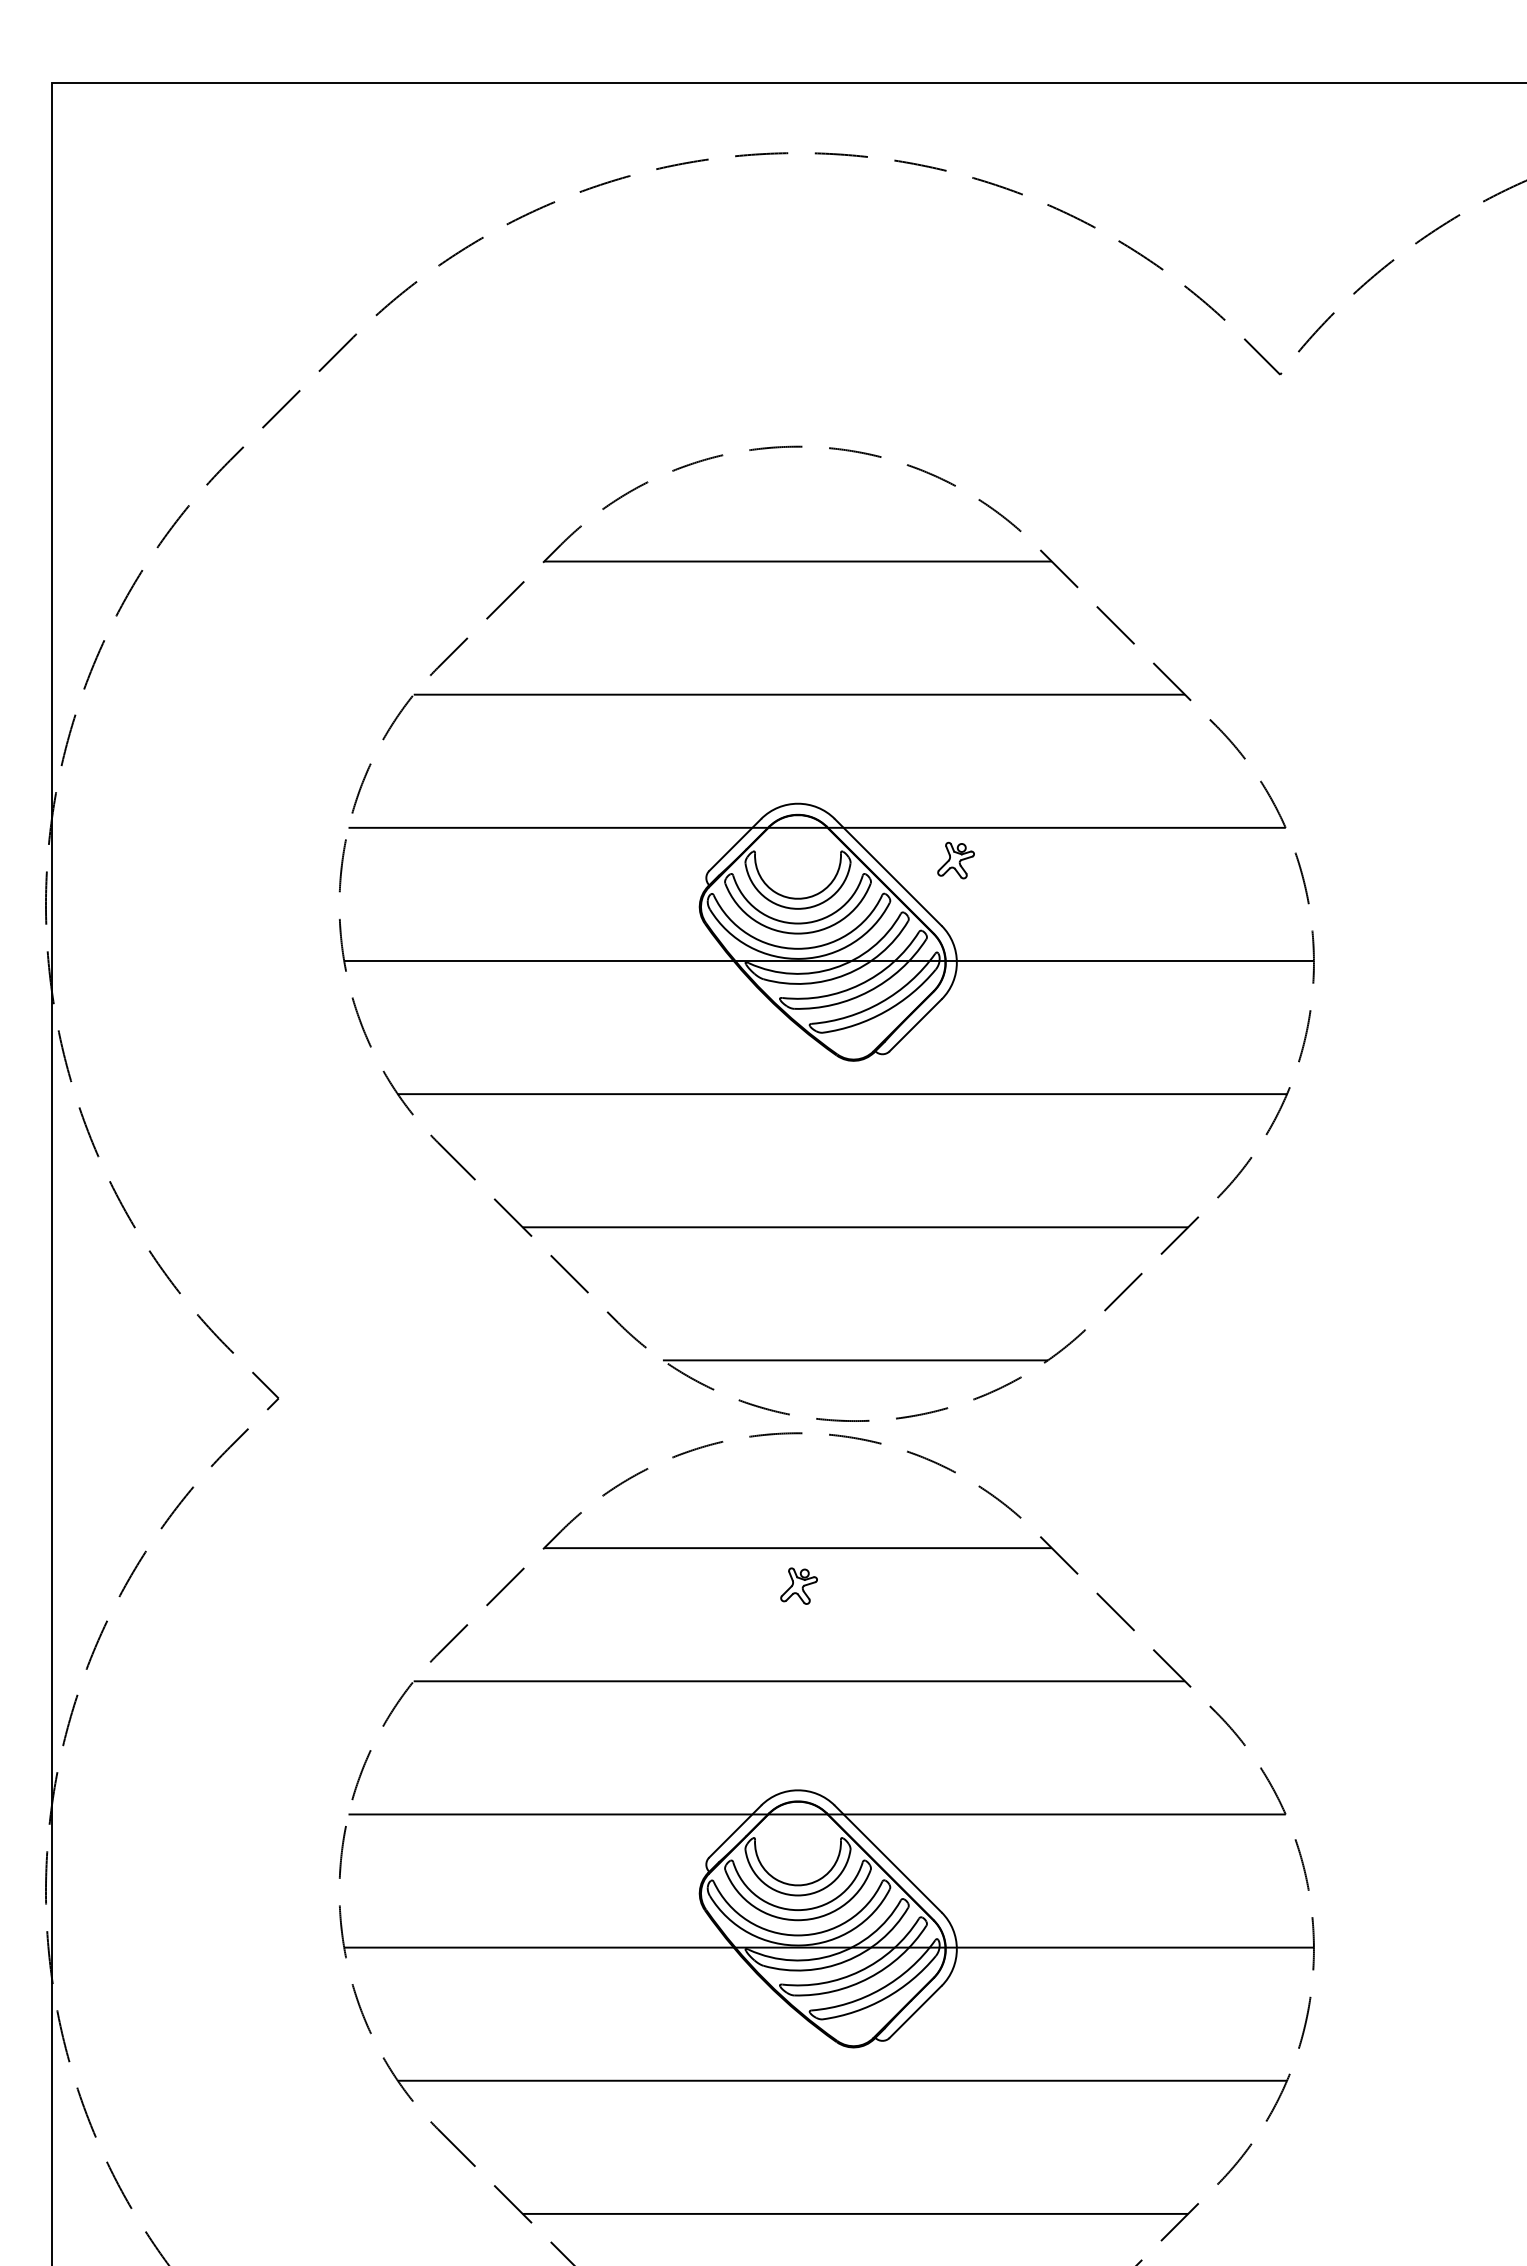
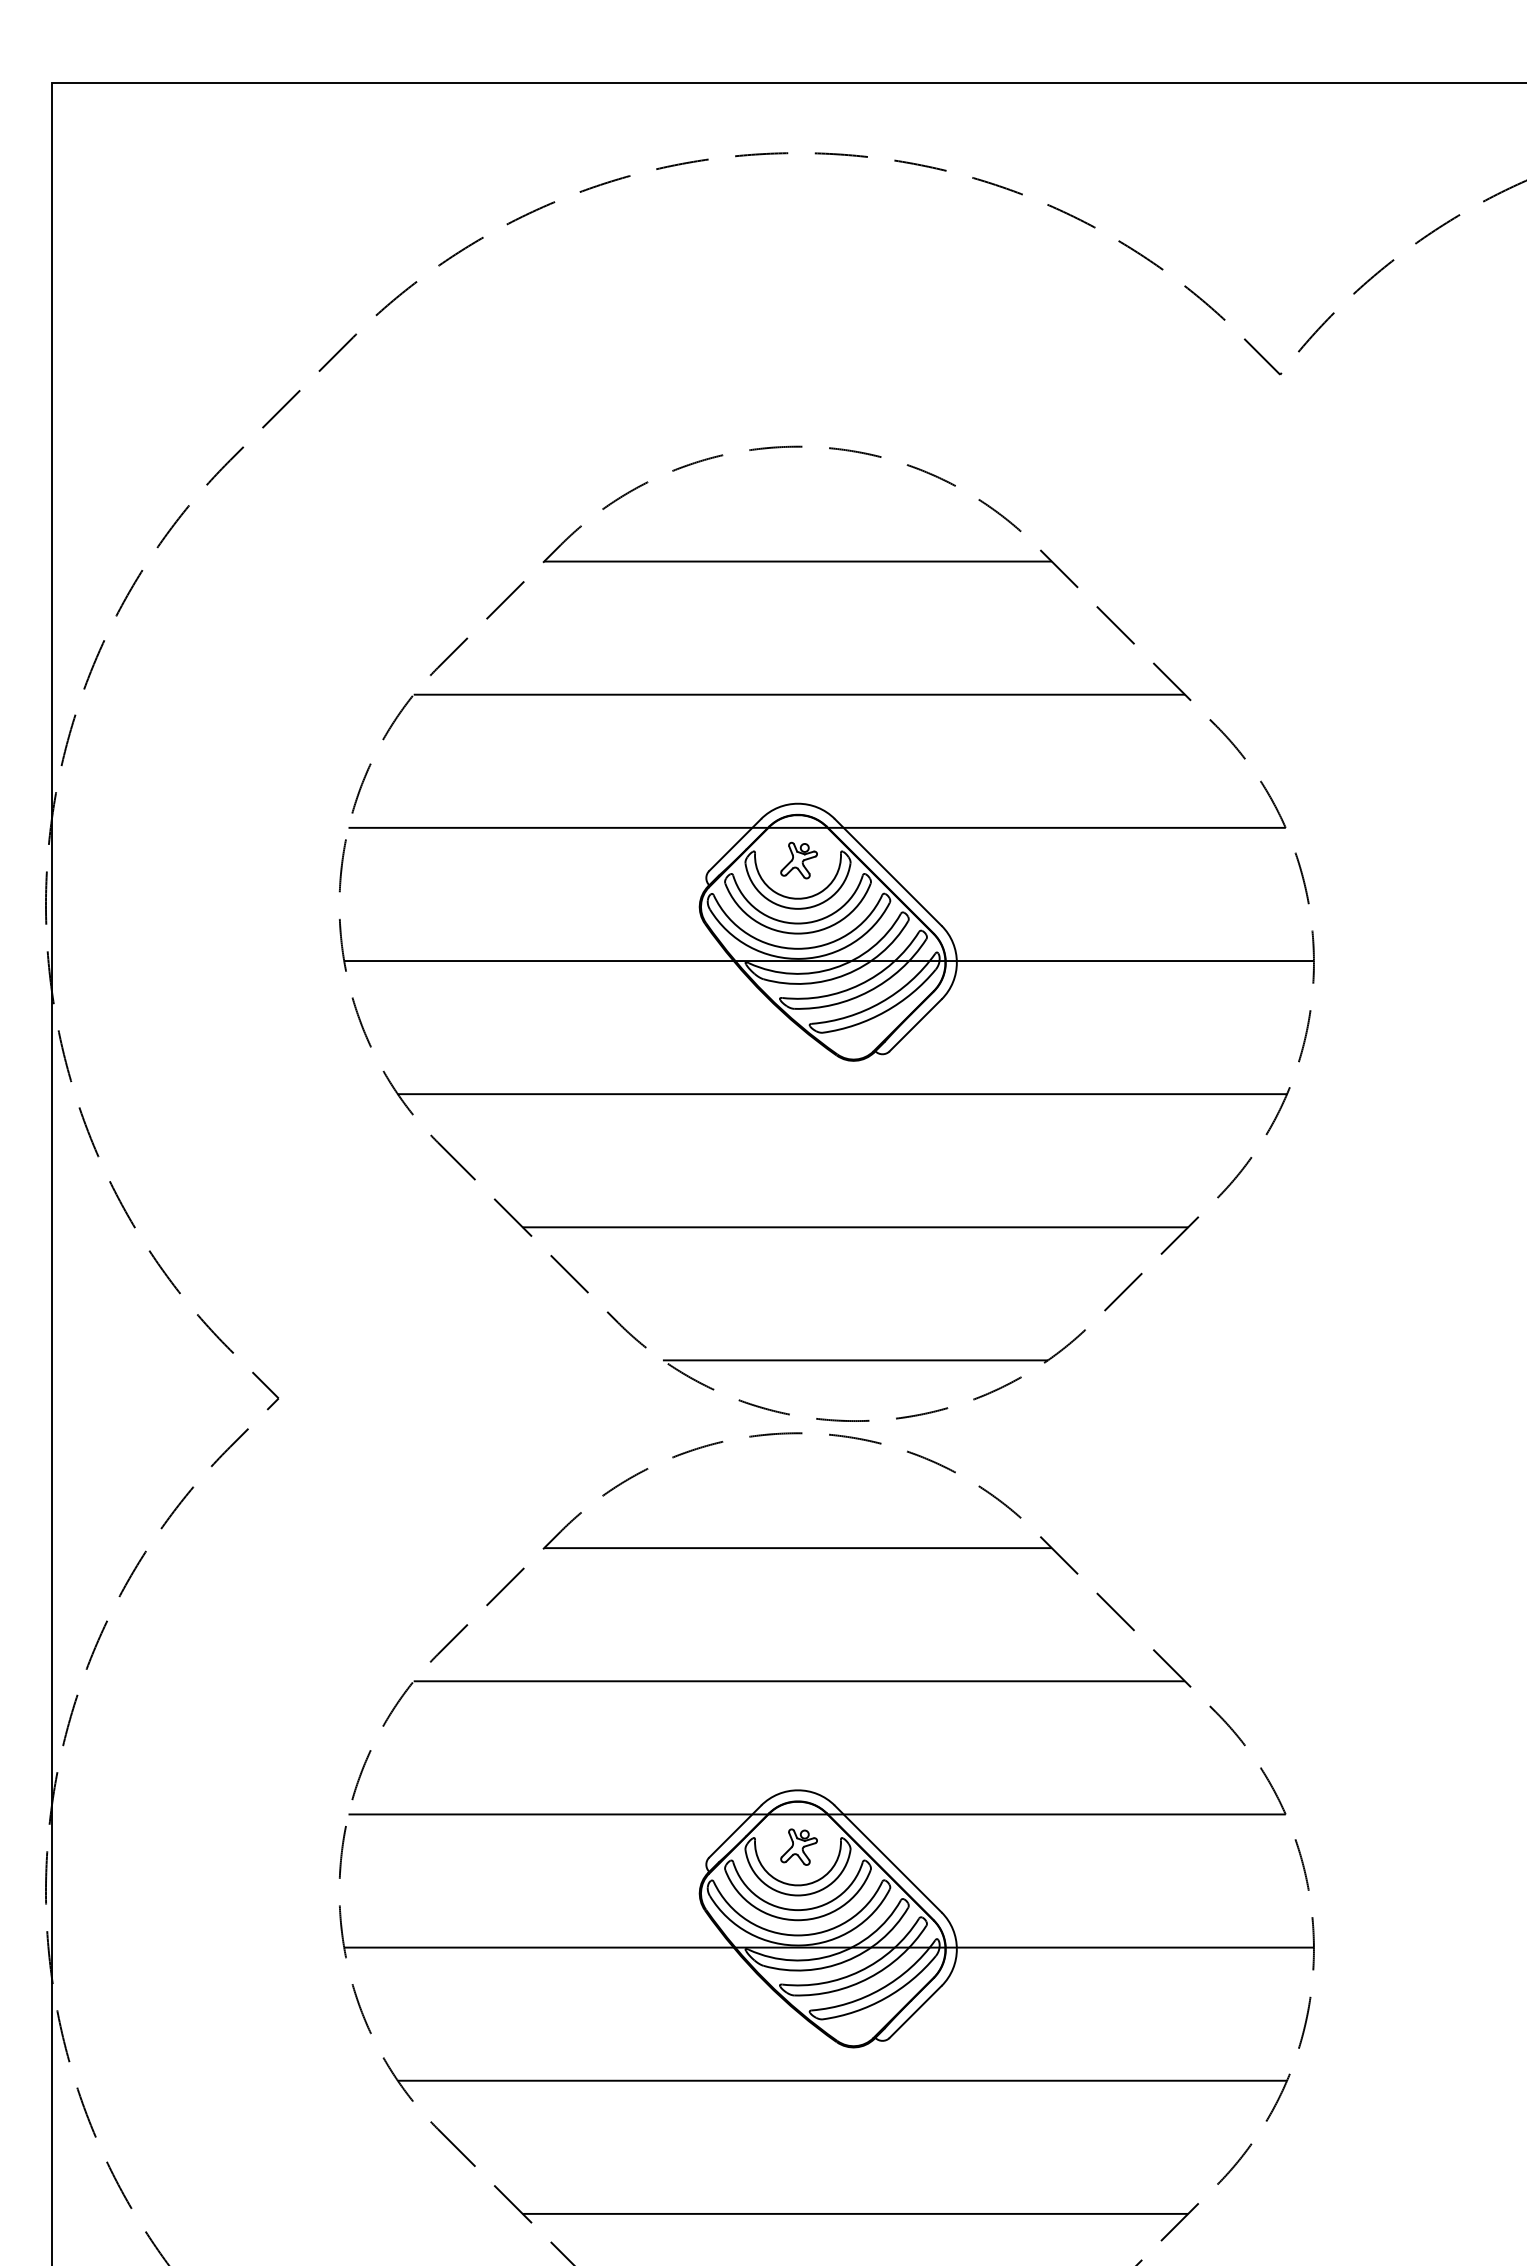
part at (955, 860) position: (955, 860) -> (798, 860)
part at (798, 1585) position: (798, 1585) -> (798, 1846)
